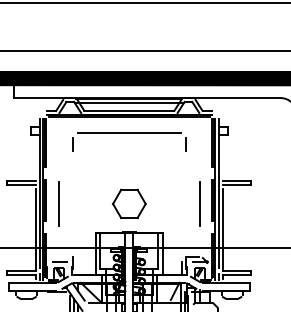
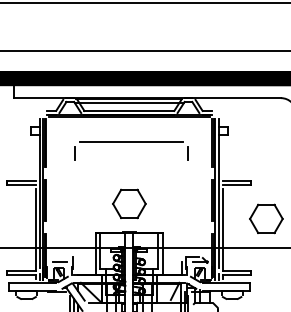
part at (129, 133) position: (129, 133) -> (131, 142)
line at (58, 203): present -> none
line at (200, 203): present -> none
part at (266, 218): none -> present
